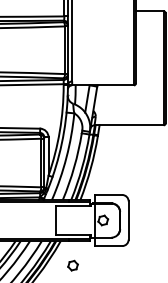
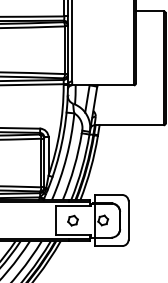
part at (72, 265) position: (72, 265) -> (72, 220)
